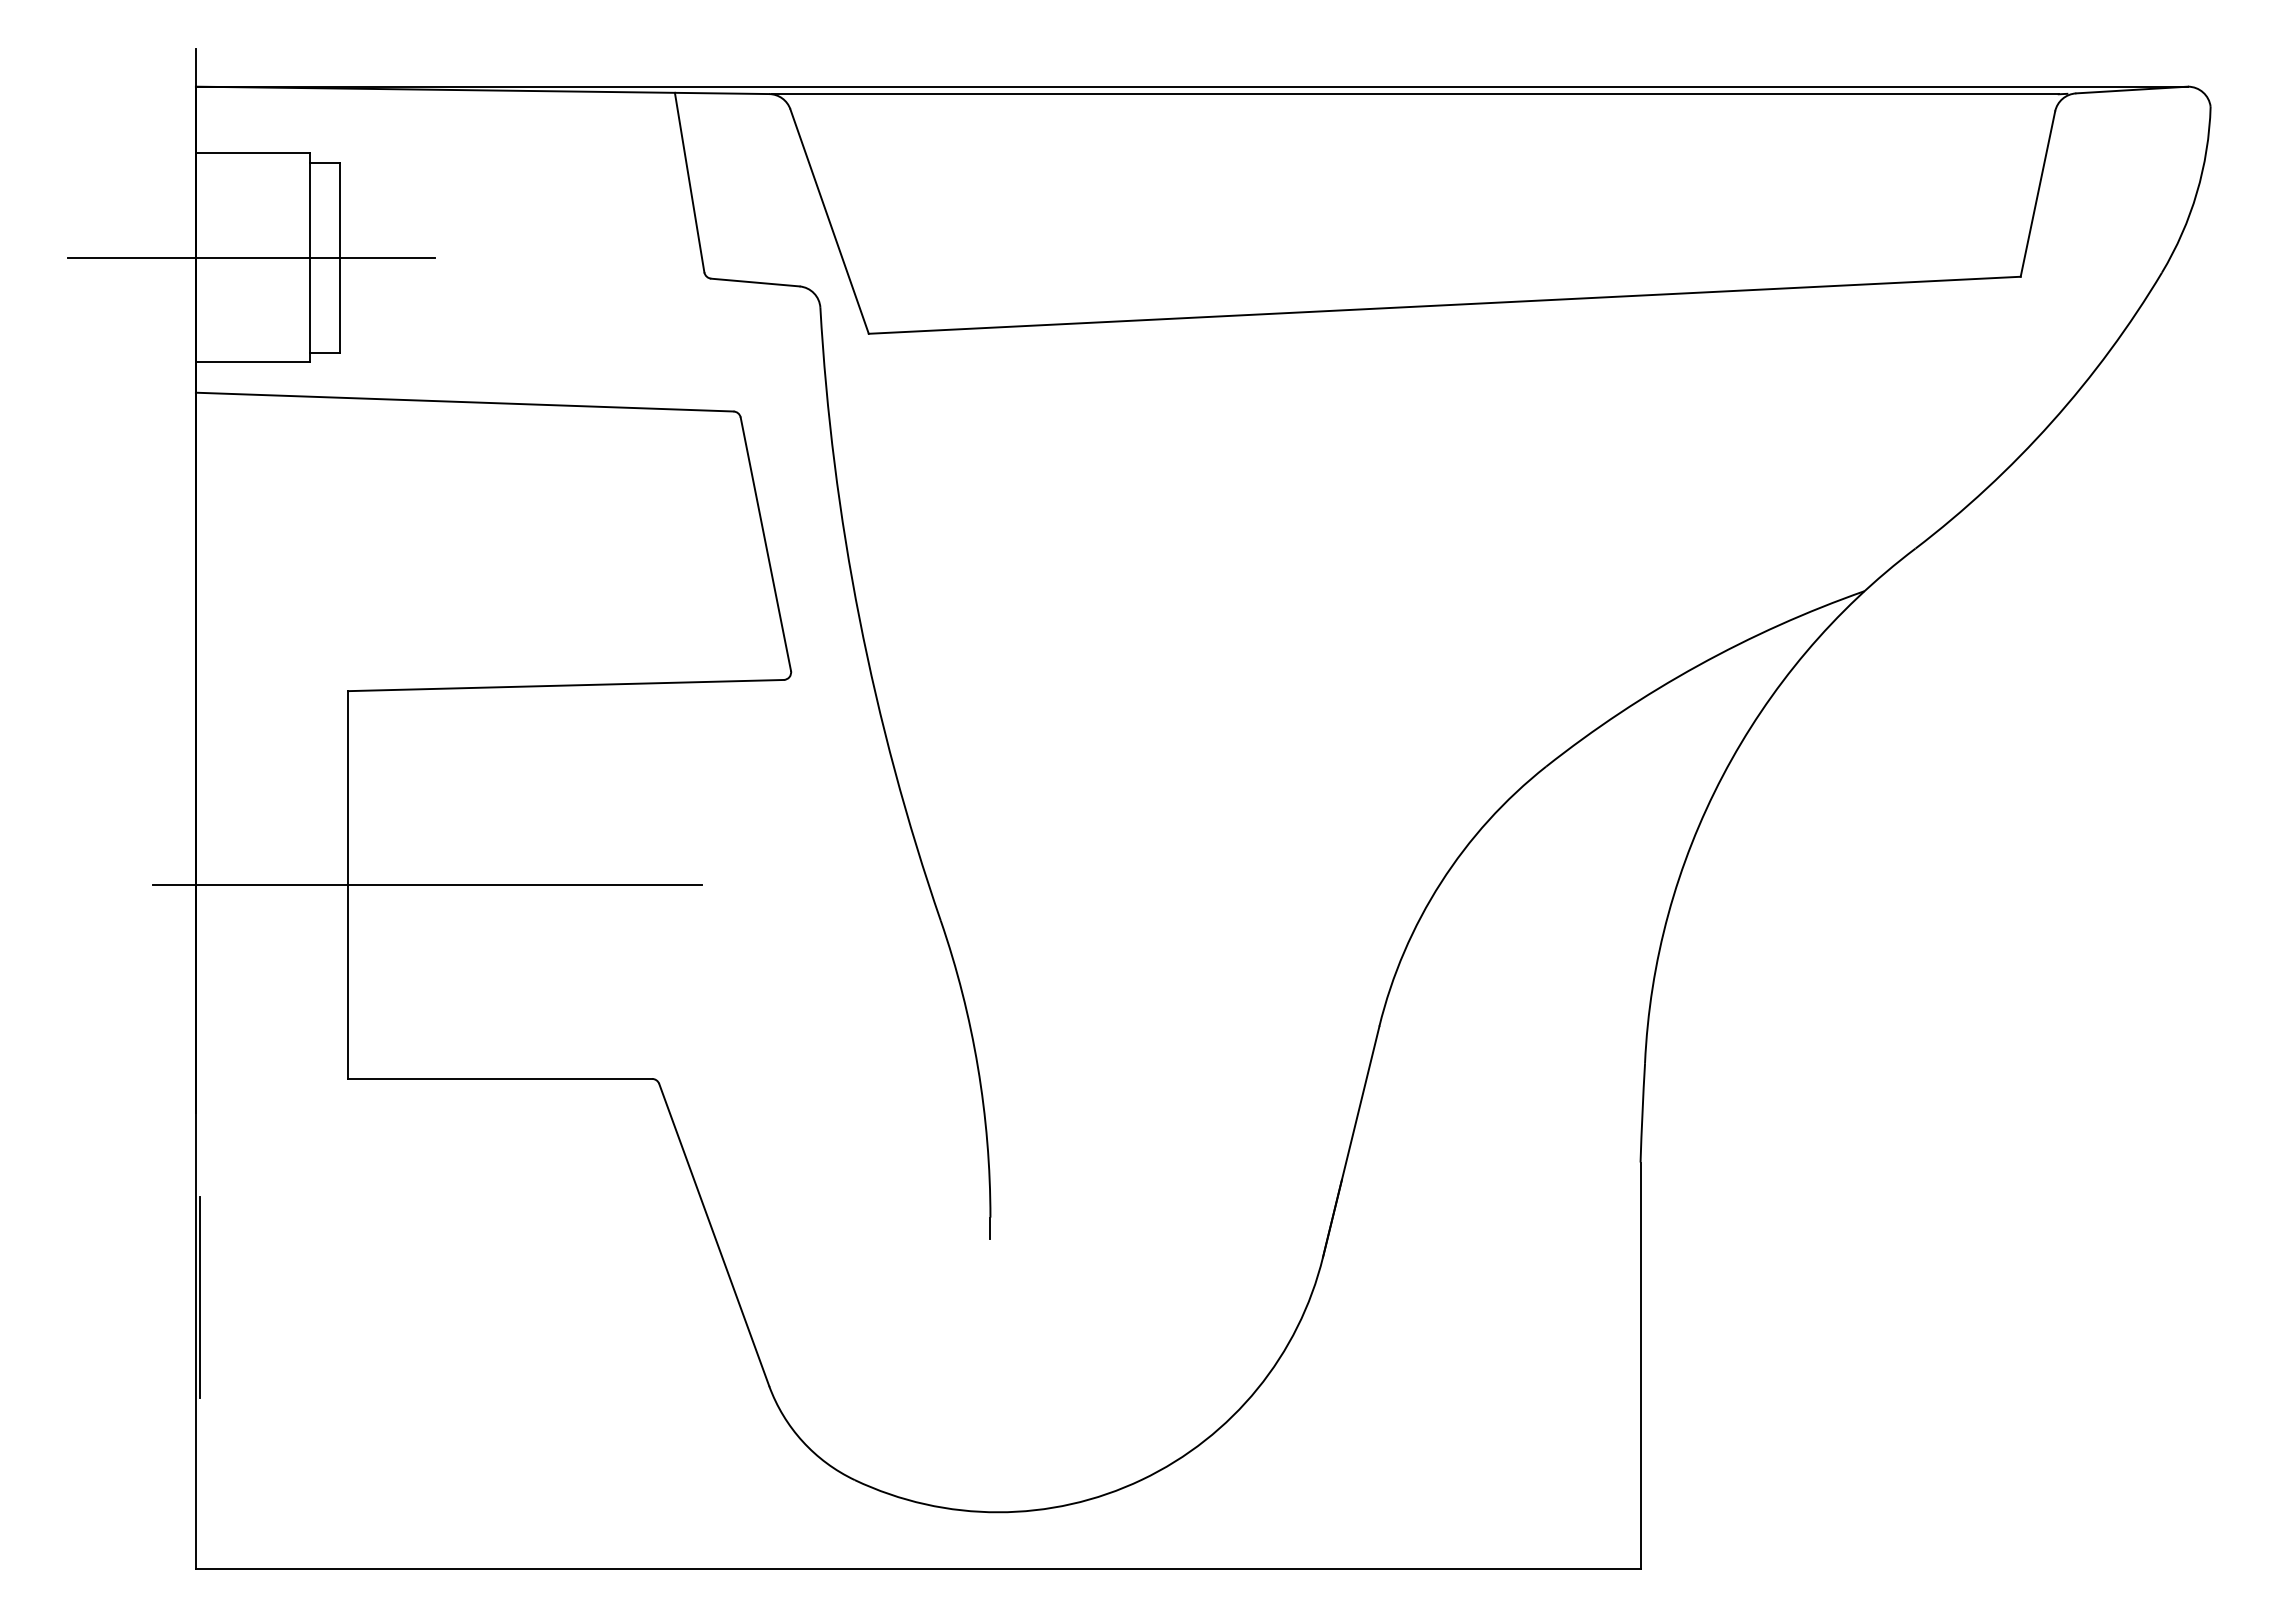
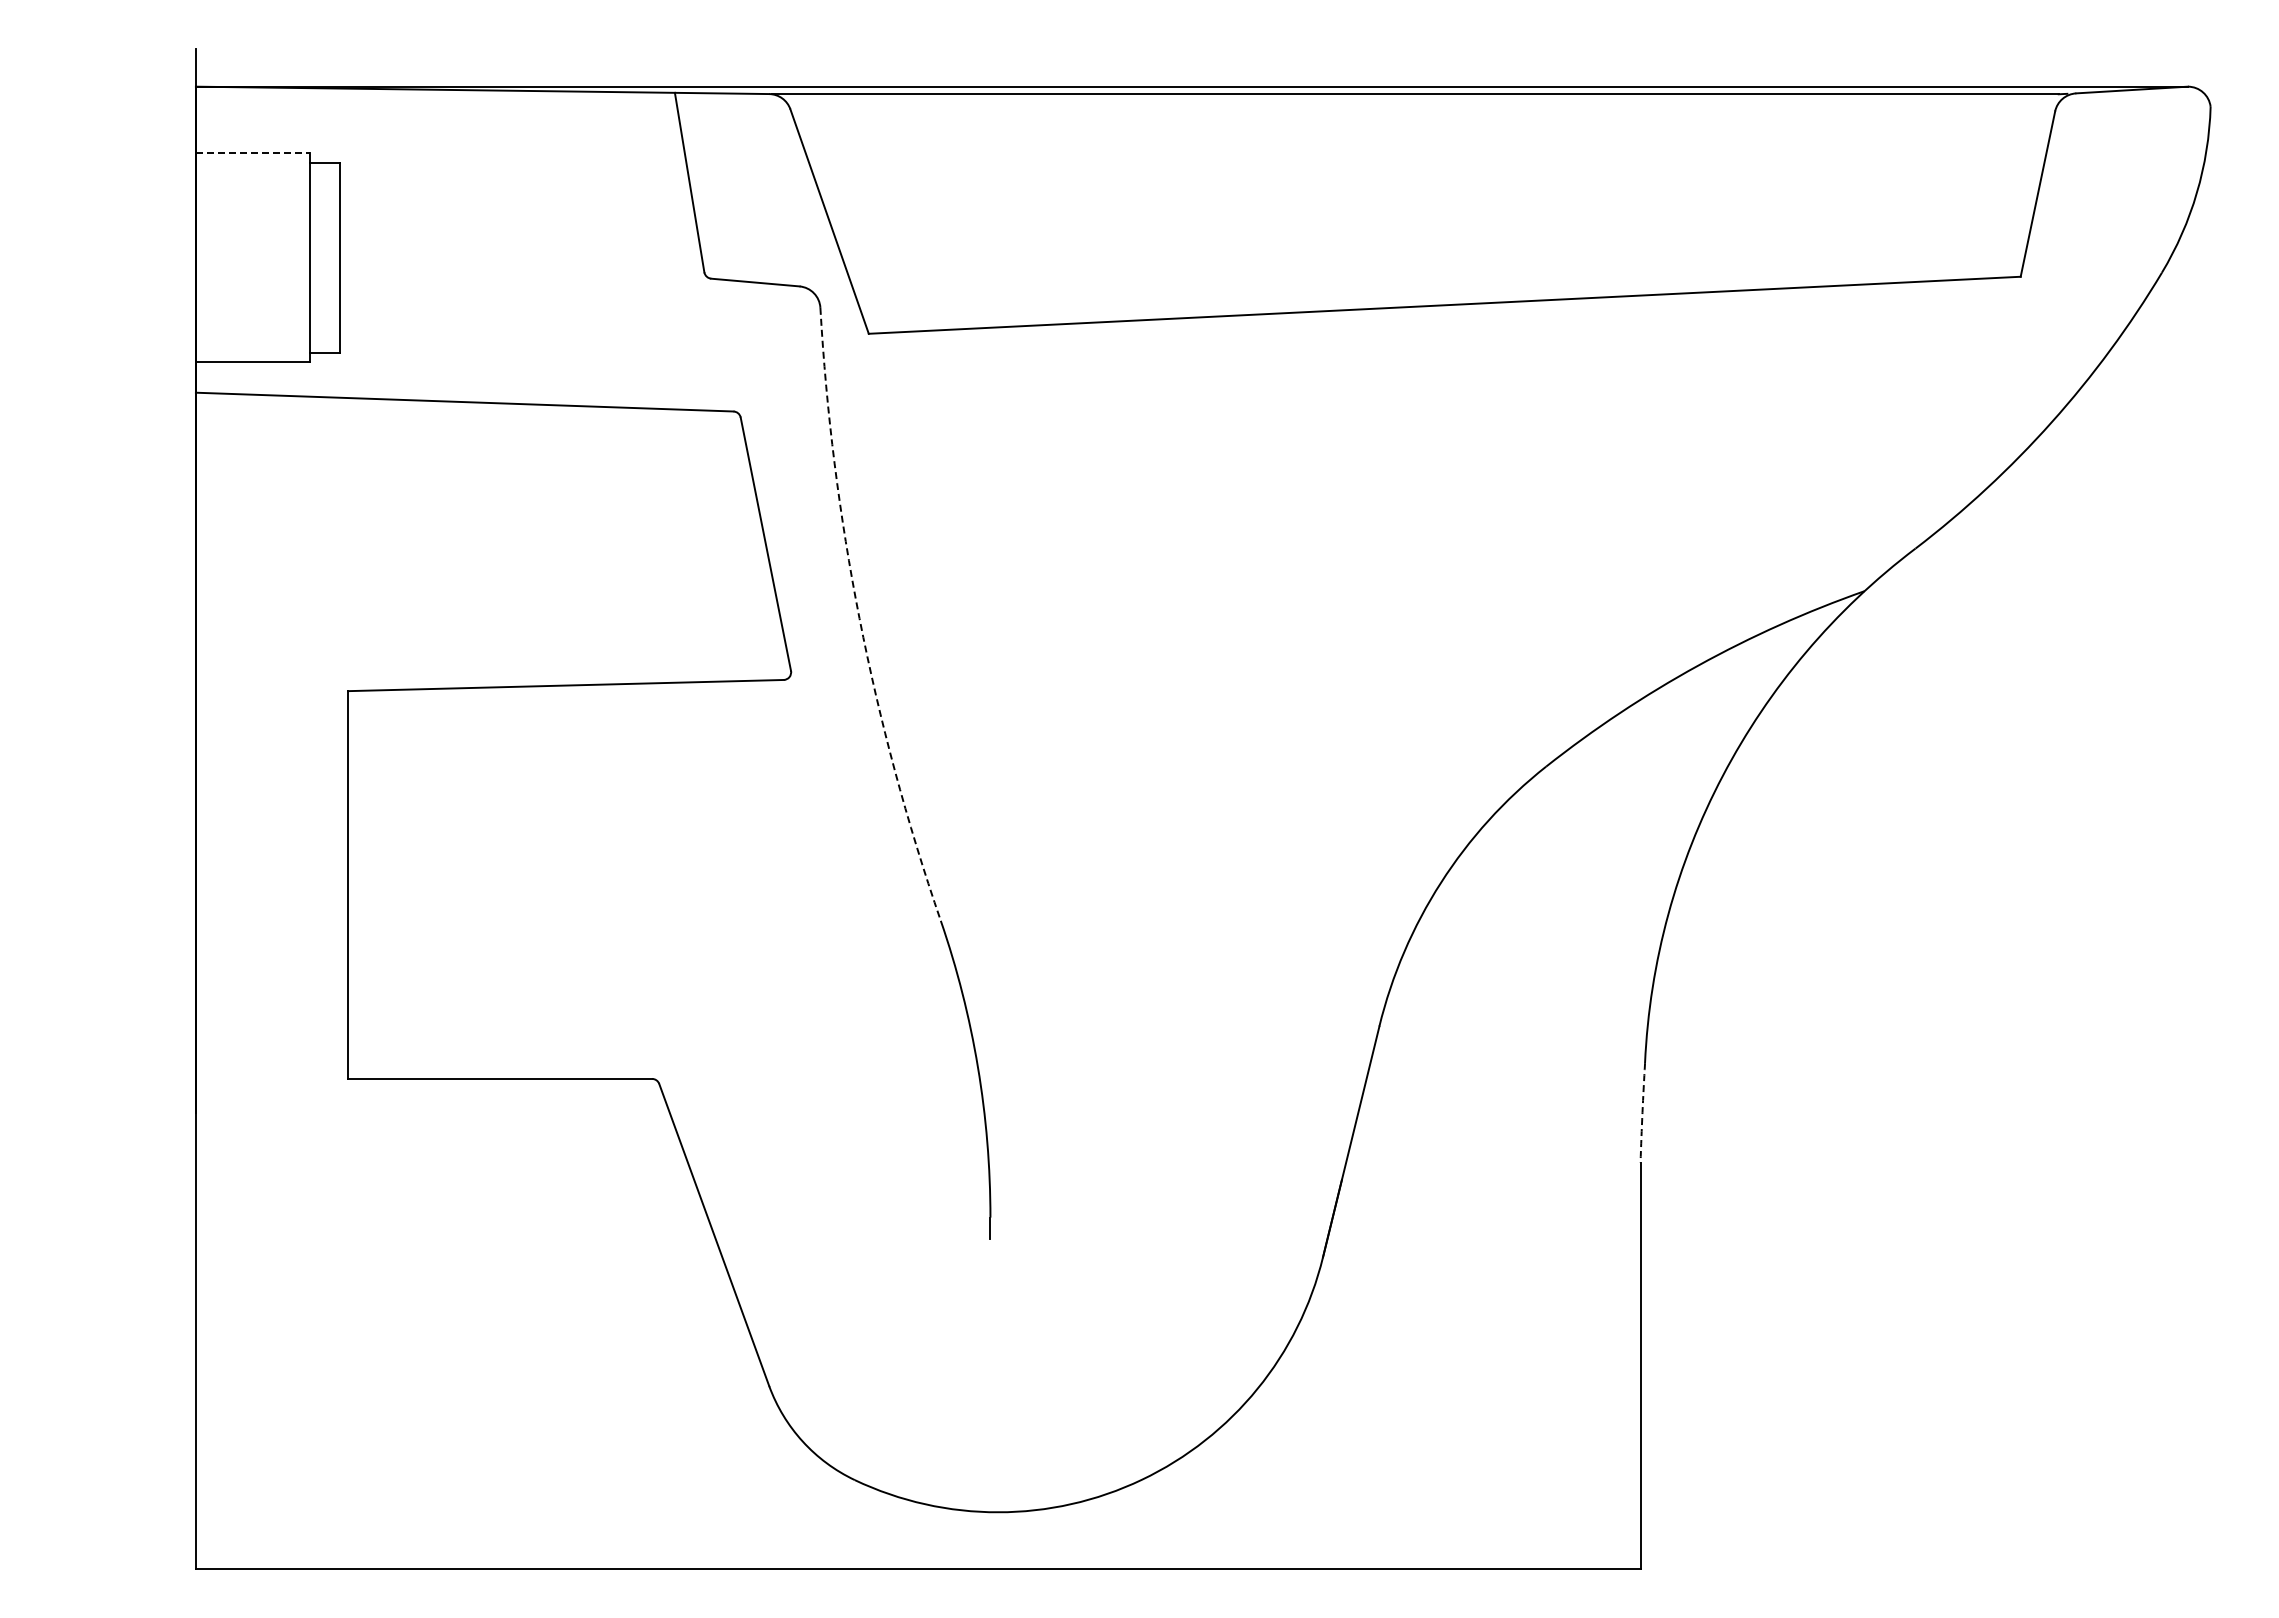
line at (253, 153): solid -> dashed
line at (251, 257): present -> none
arc at (859, 618): solid -> dashed
line at (427, 885): present -> none
arc at (1642, 1112): solid -> dashed
line at (199, 1297): present -> none
